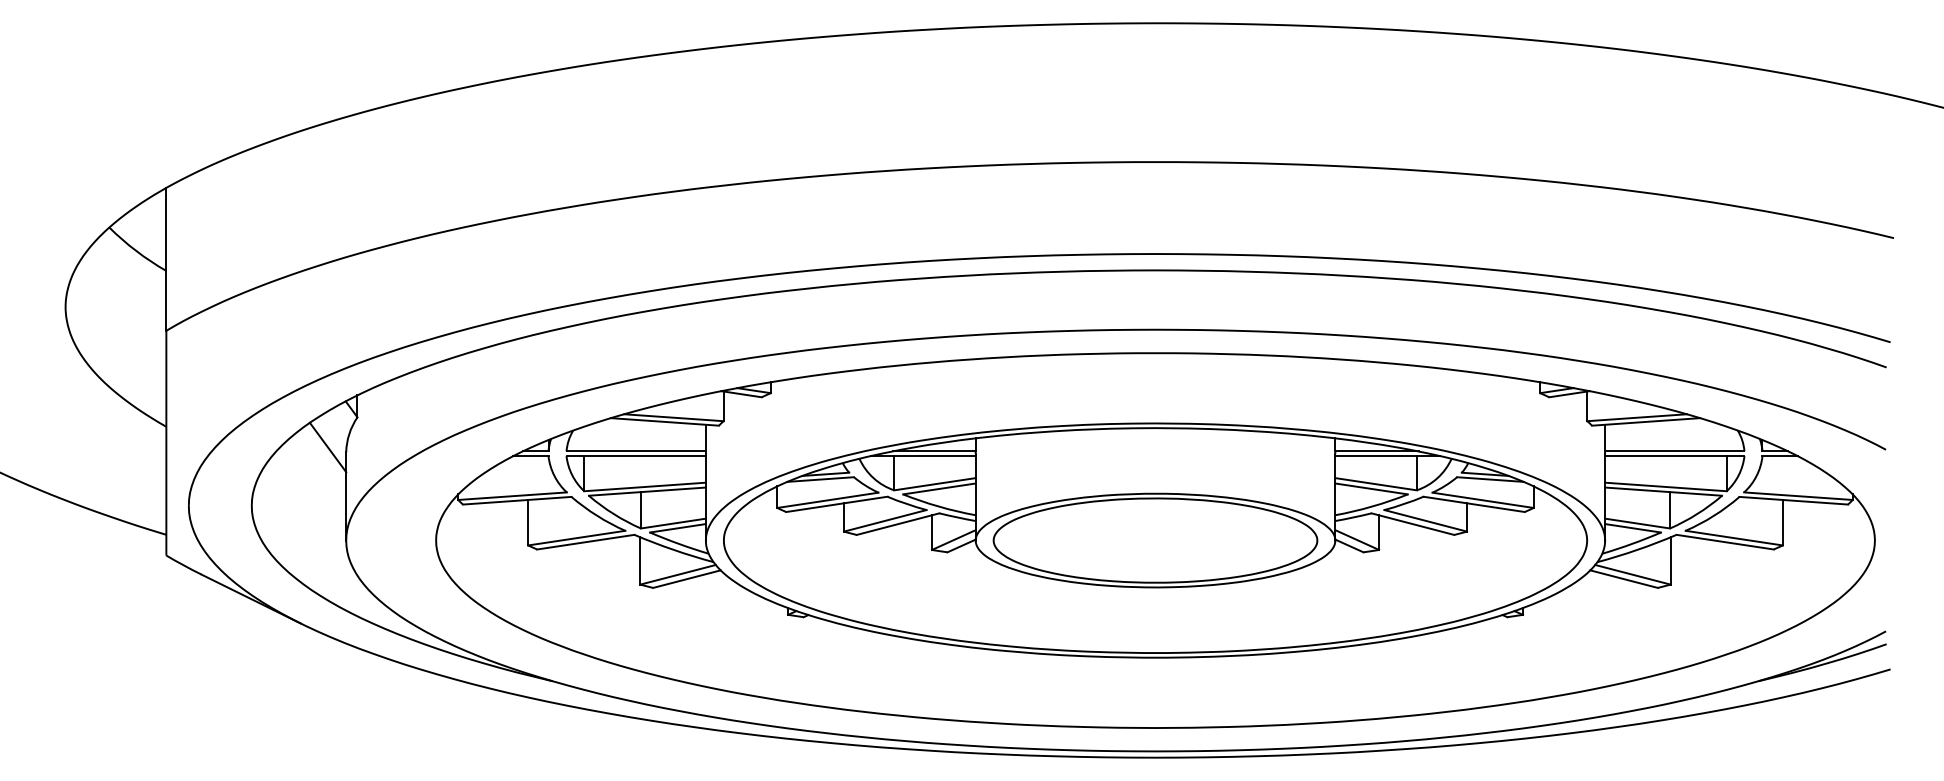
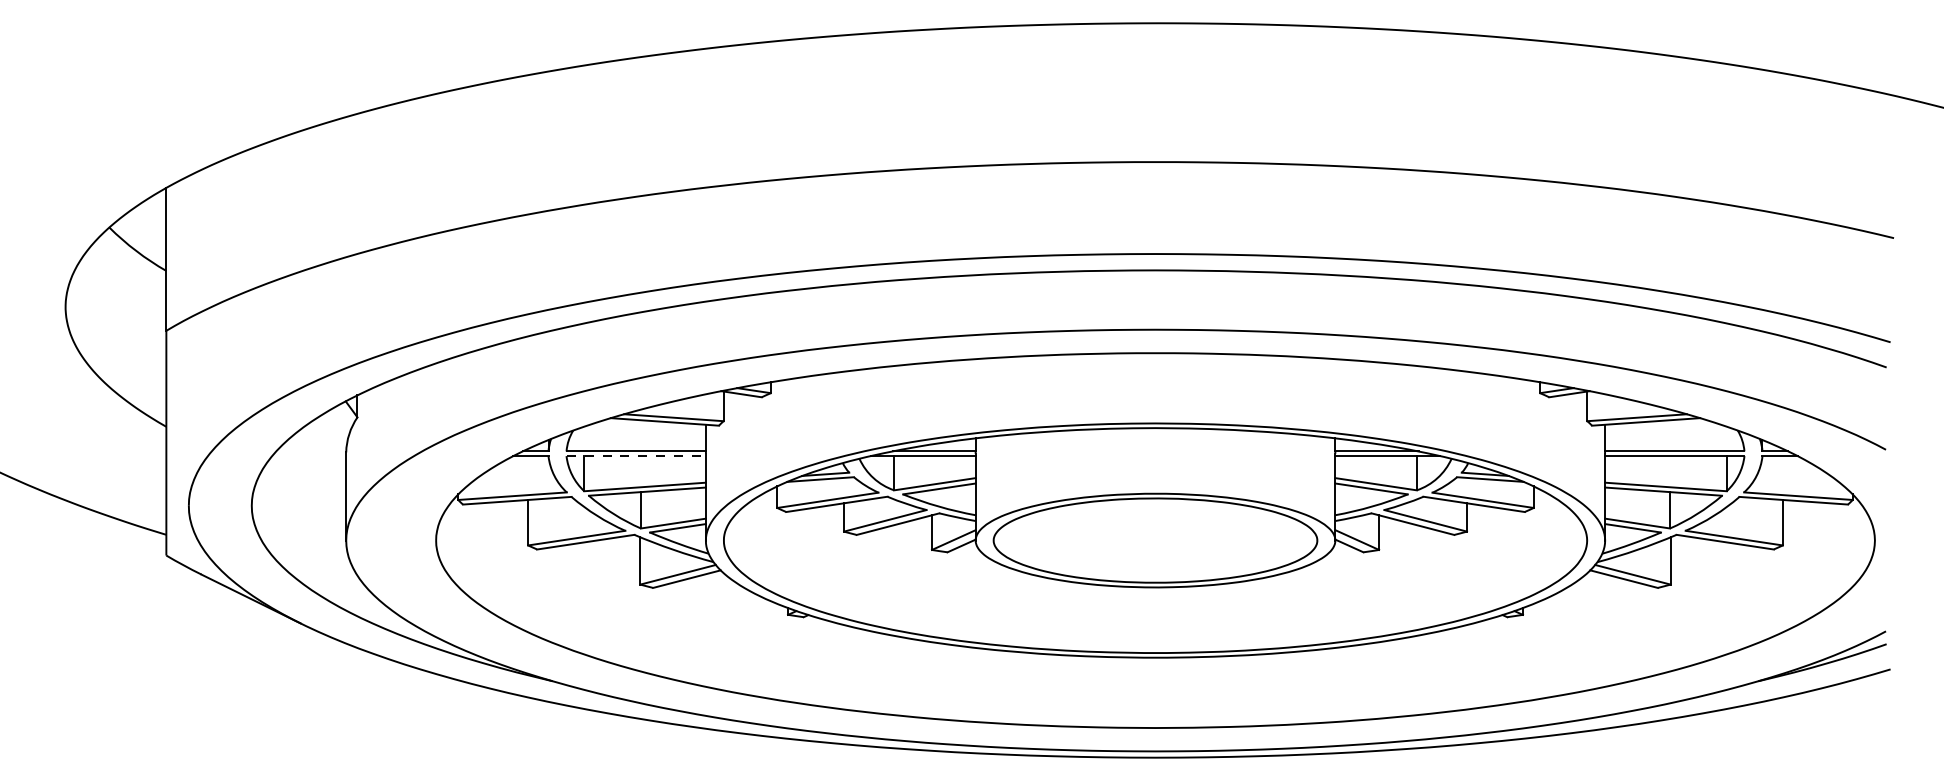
line at (327, 447): present -> none
line at (636, 456): solid -> dashed
